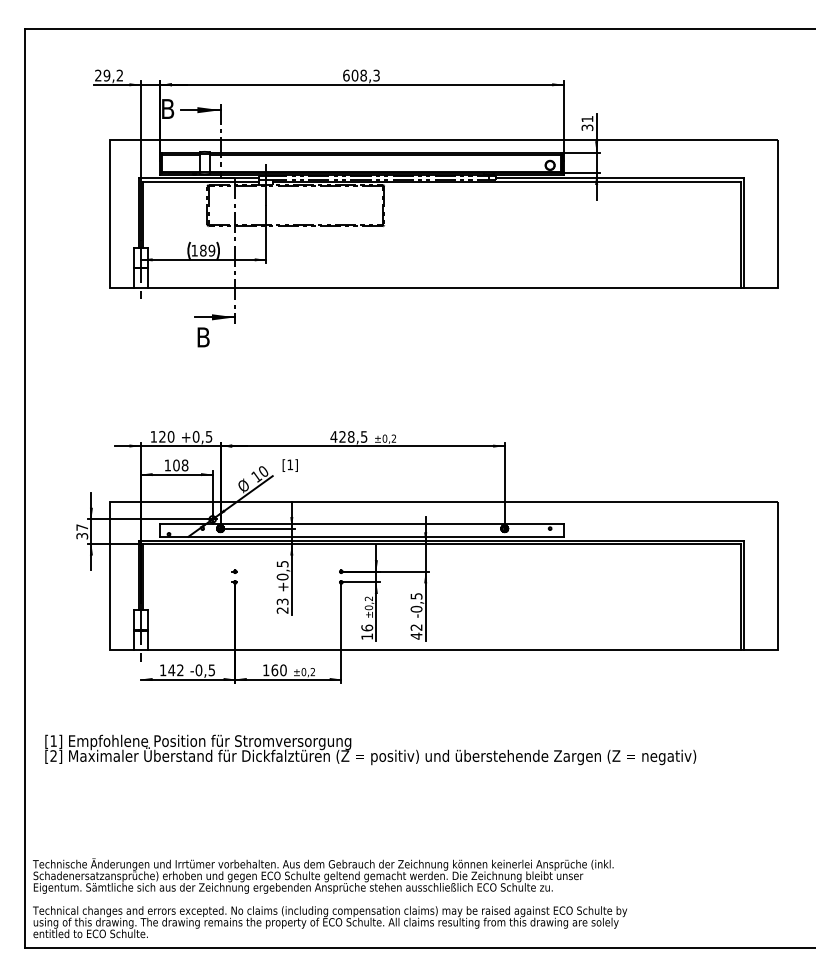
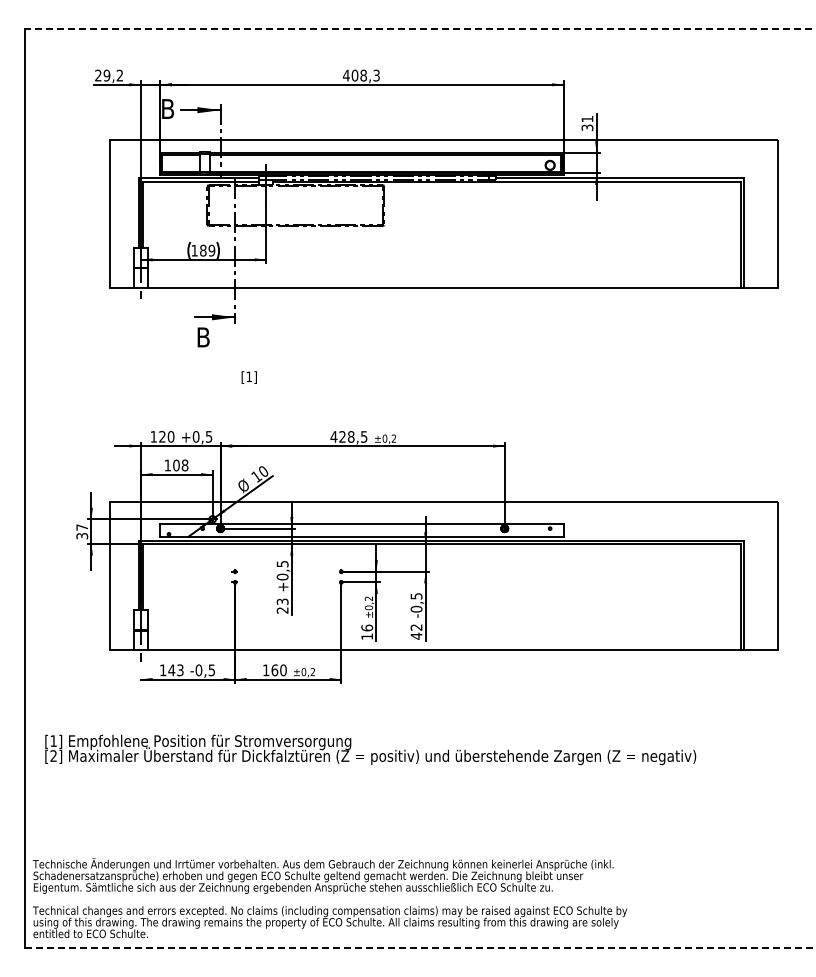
line at (419, 29): solid -> dashed
text at (345, 75): 608,3 -> 408,3
text at (289, 465) position: (289, 465) -> (248, 377)
text at (180, 670): 142 -> 143
line at (420, 947): solid -> dashed
